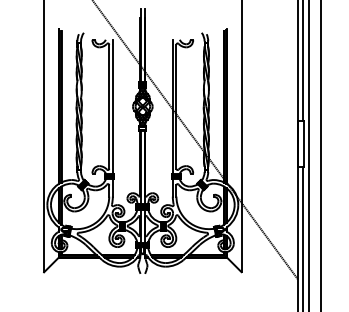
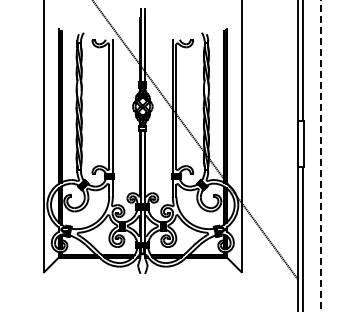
line at (309, 155): present -> none
line at (321, 156): solid -> dashed
